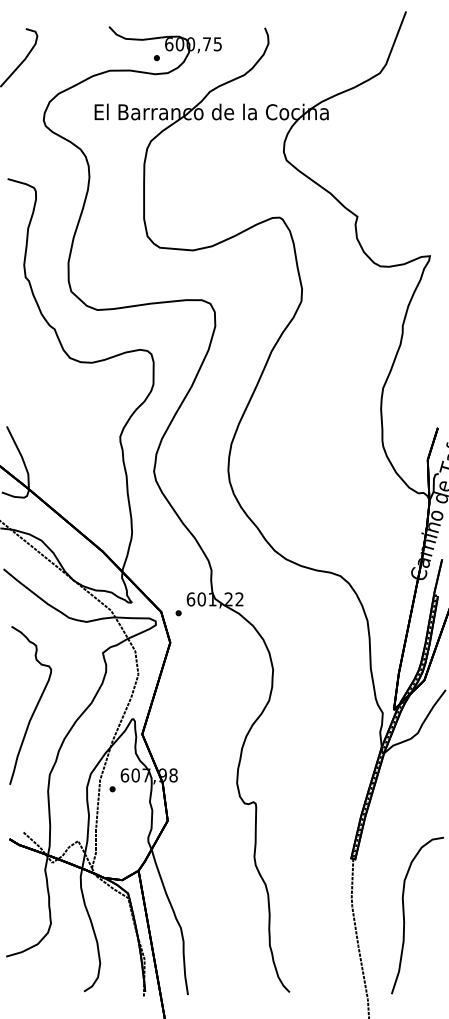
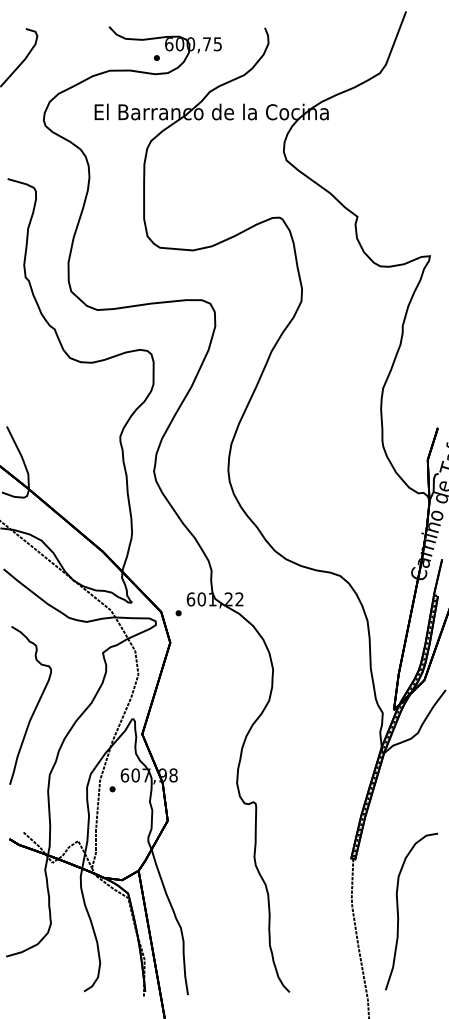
curve at (404, 915) position: (404, 915) -> (398, 911)
